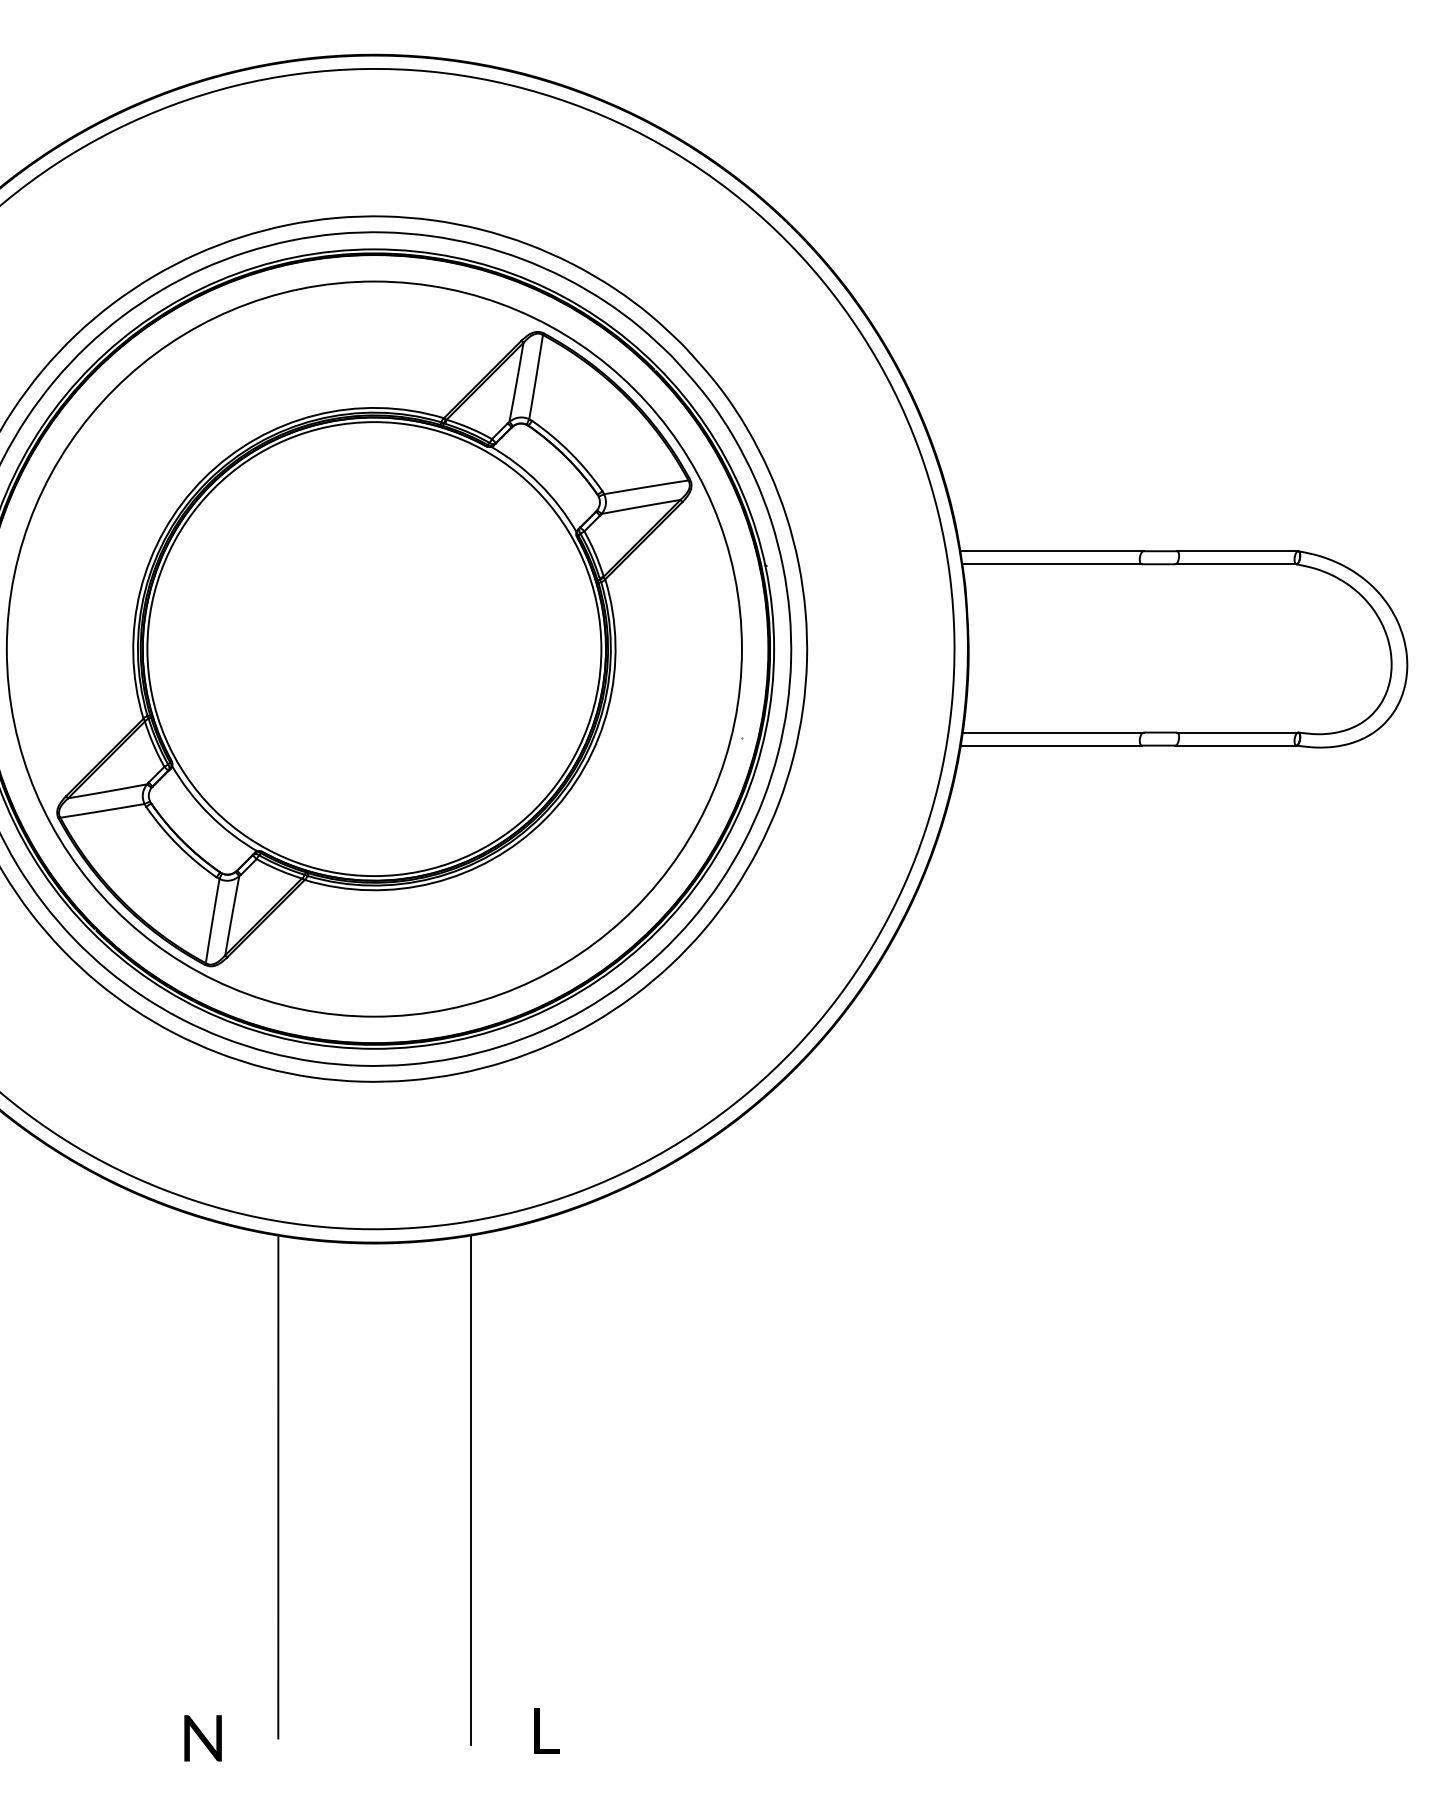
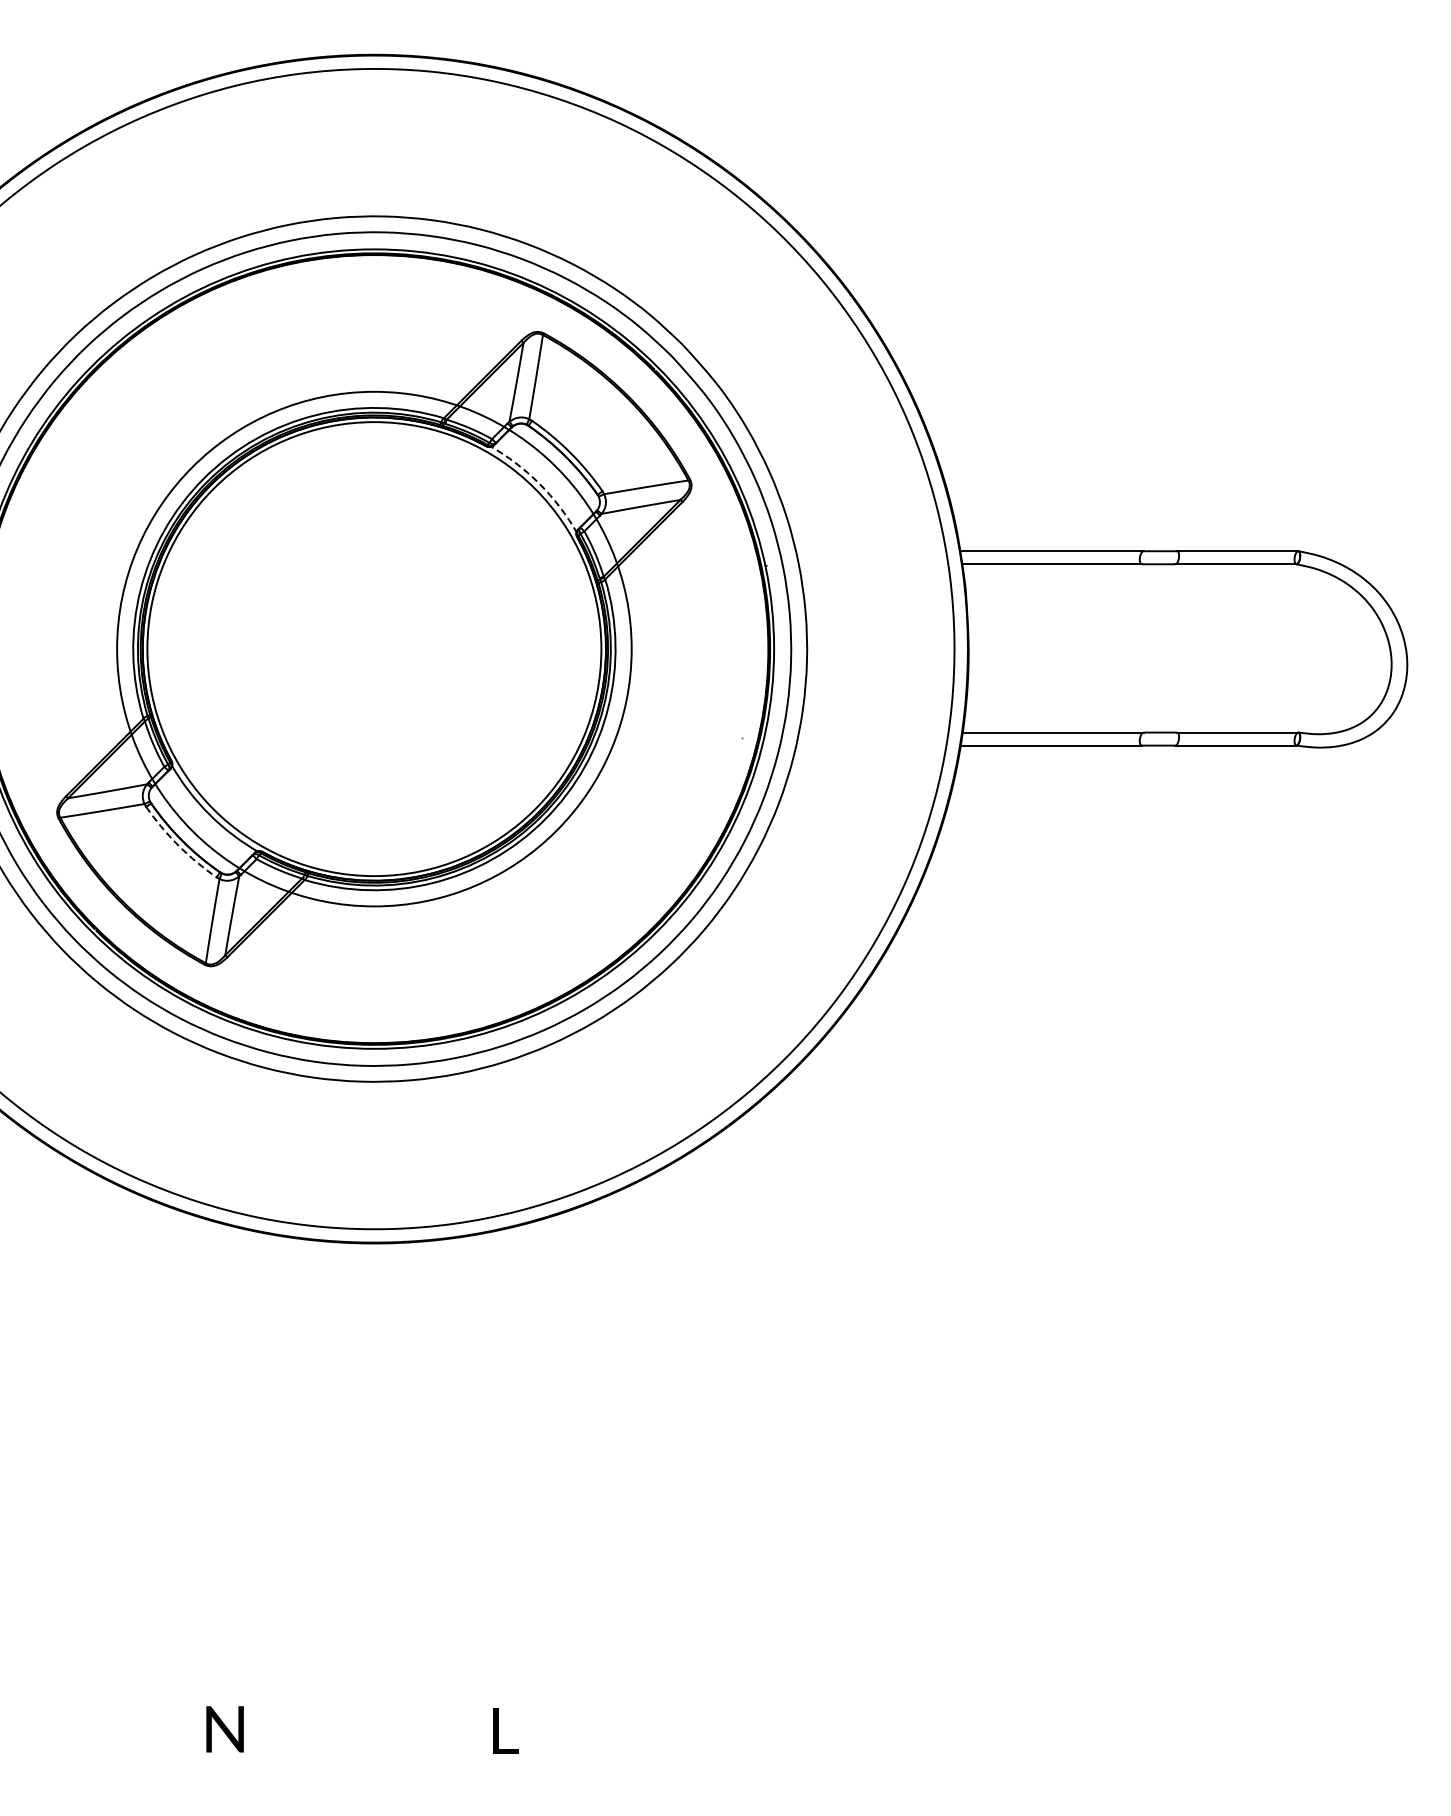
arc at (539, 483): solid -> dashed
circle at (373, 648) diameter: 735 px -> 515 px
arc at (178, 845): solid -> dashed
line at (278, 1487): present -> none
line at (470, 1489): present -> none
text at (546, 1730) position: (546, 1730) -> (505, 1730)
text at (202, 1738) position: (202, 1738) -> (224, 1729)
